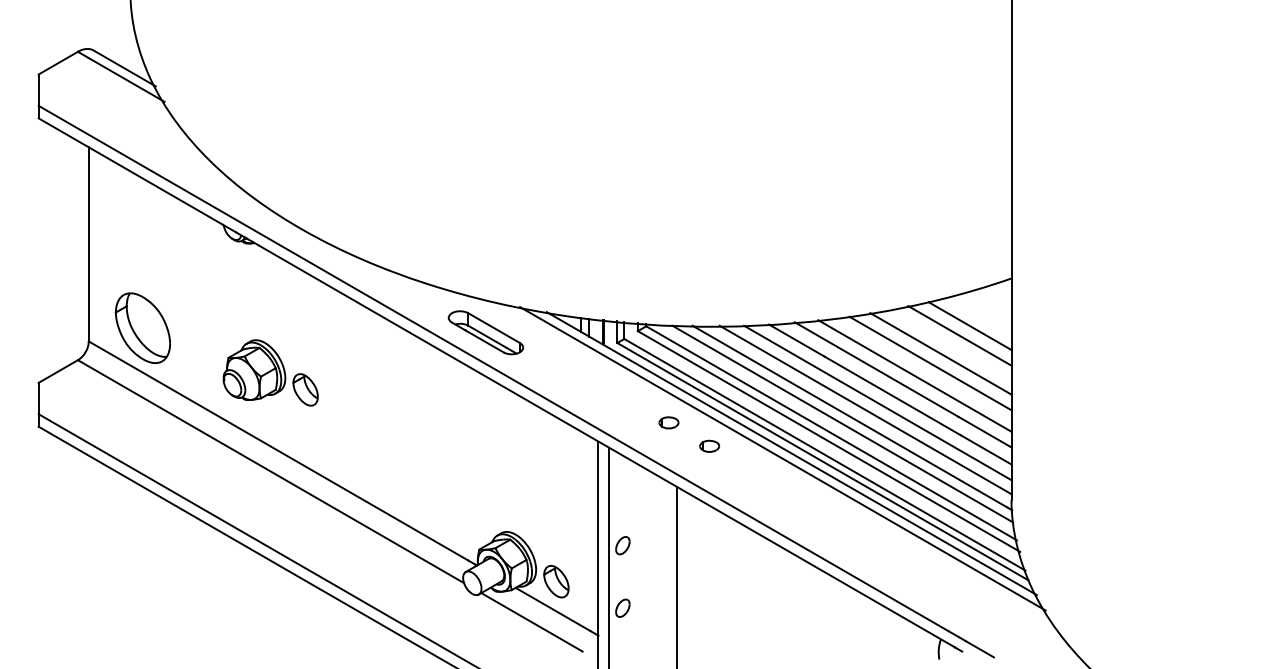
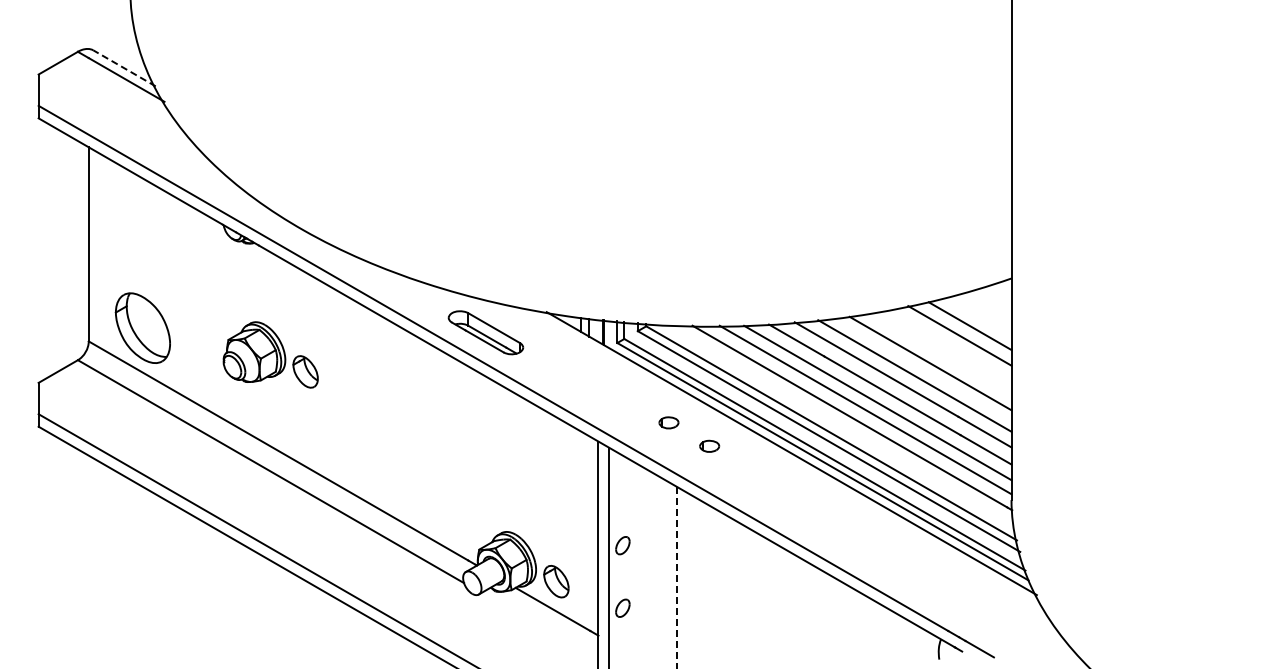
line at (124, 68): solid -> dashed
line at (940, 353): present -> none
part at (270, 372) position: (270, 372) -> (270, 354)
line at (842, 423): present -> none
line at (782, 458): present -> none
line at (677, 577): solid -> dashed
line at (531, 622): present -> none
